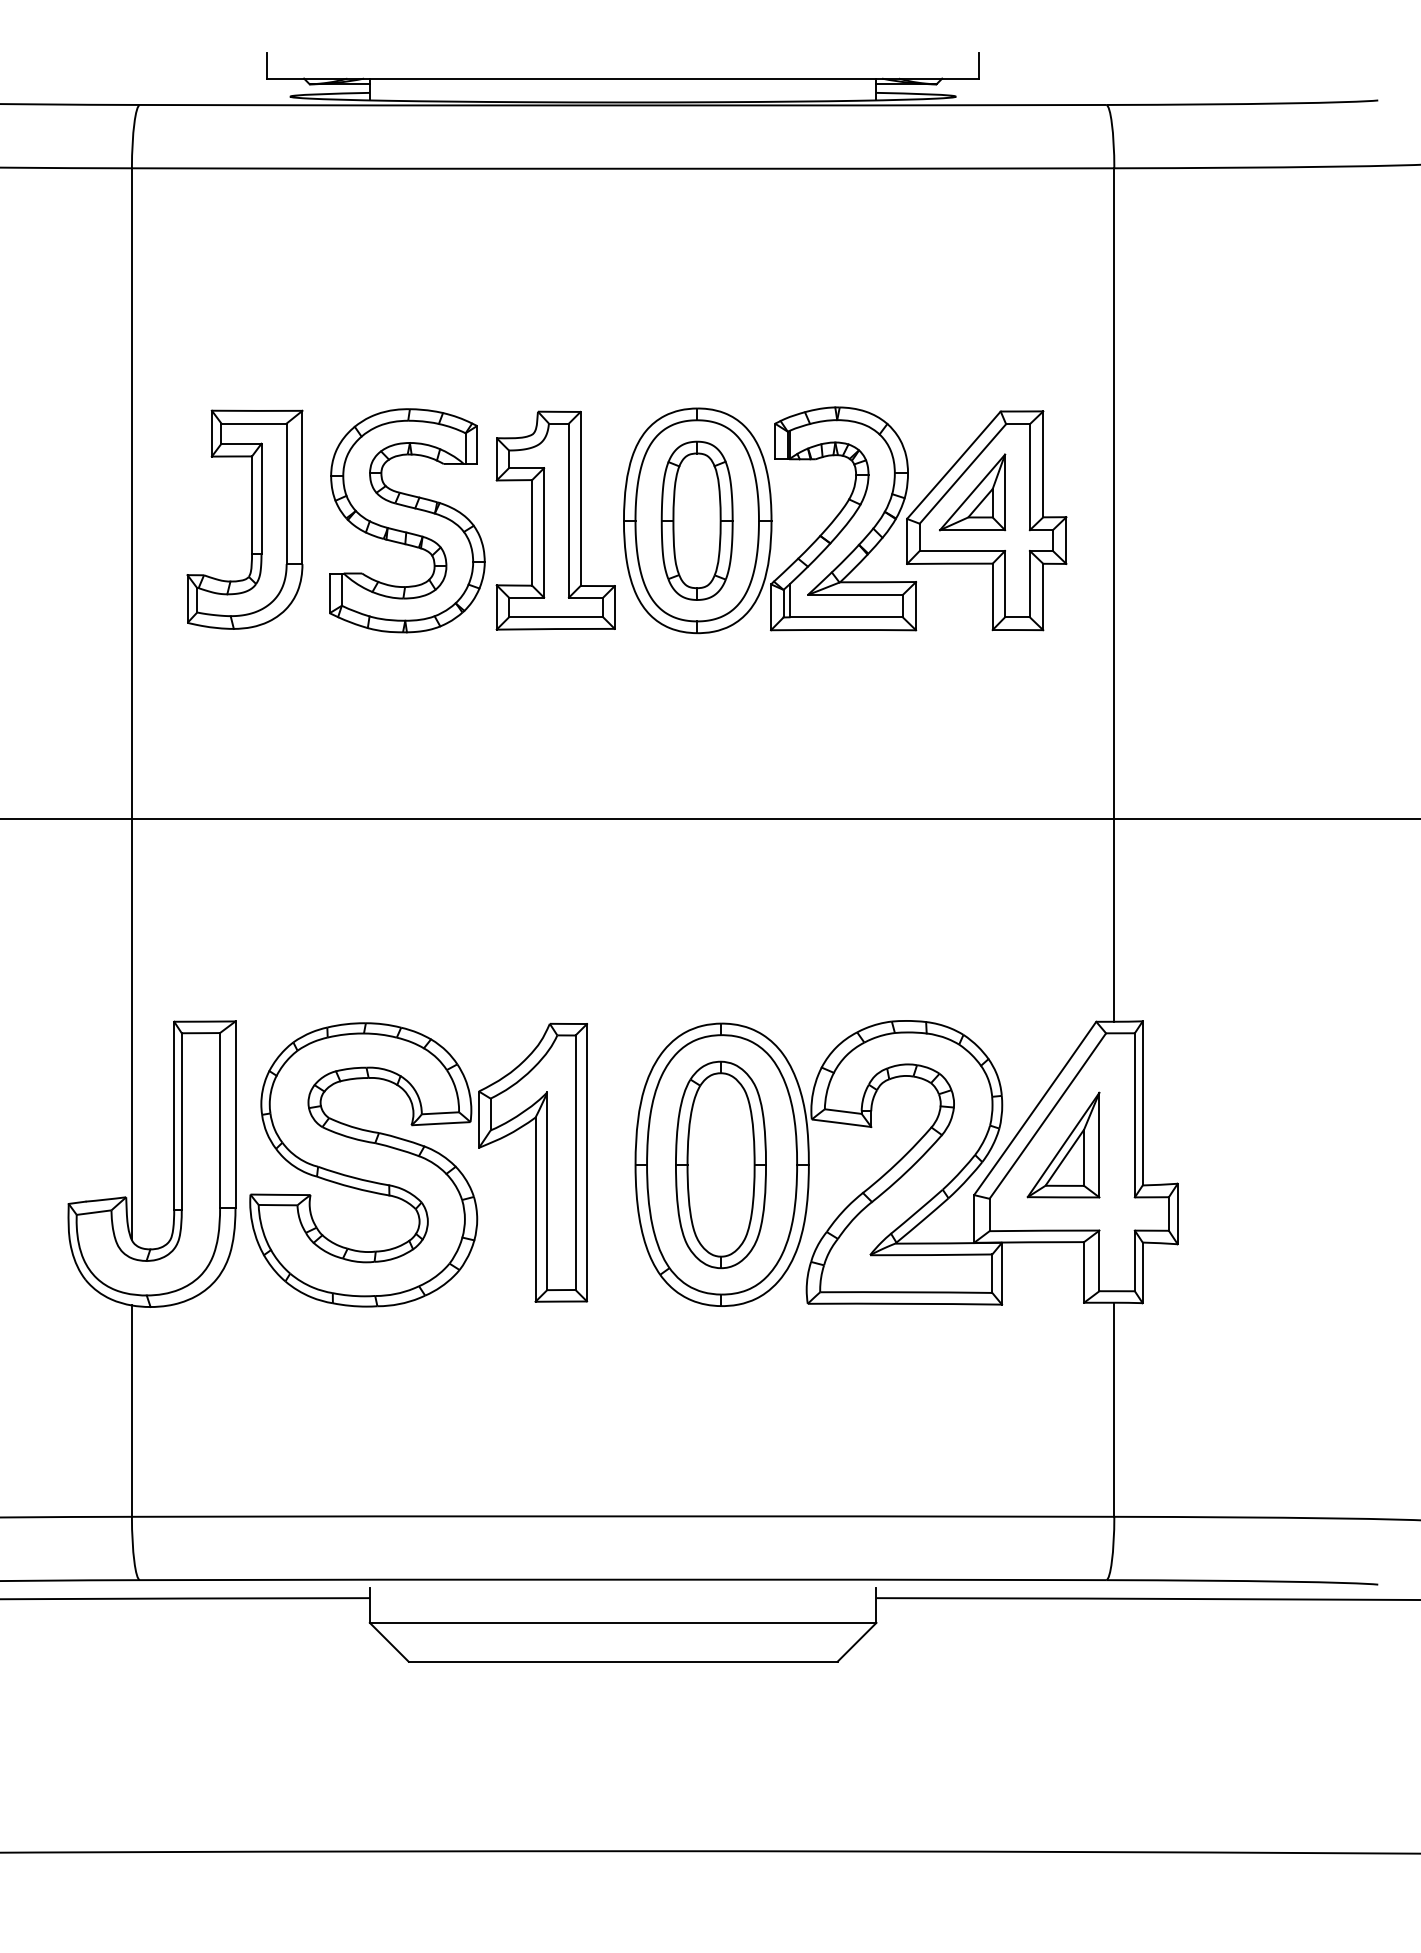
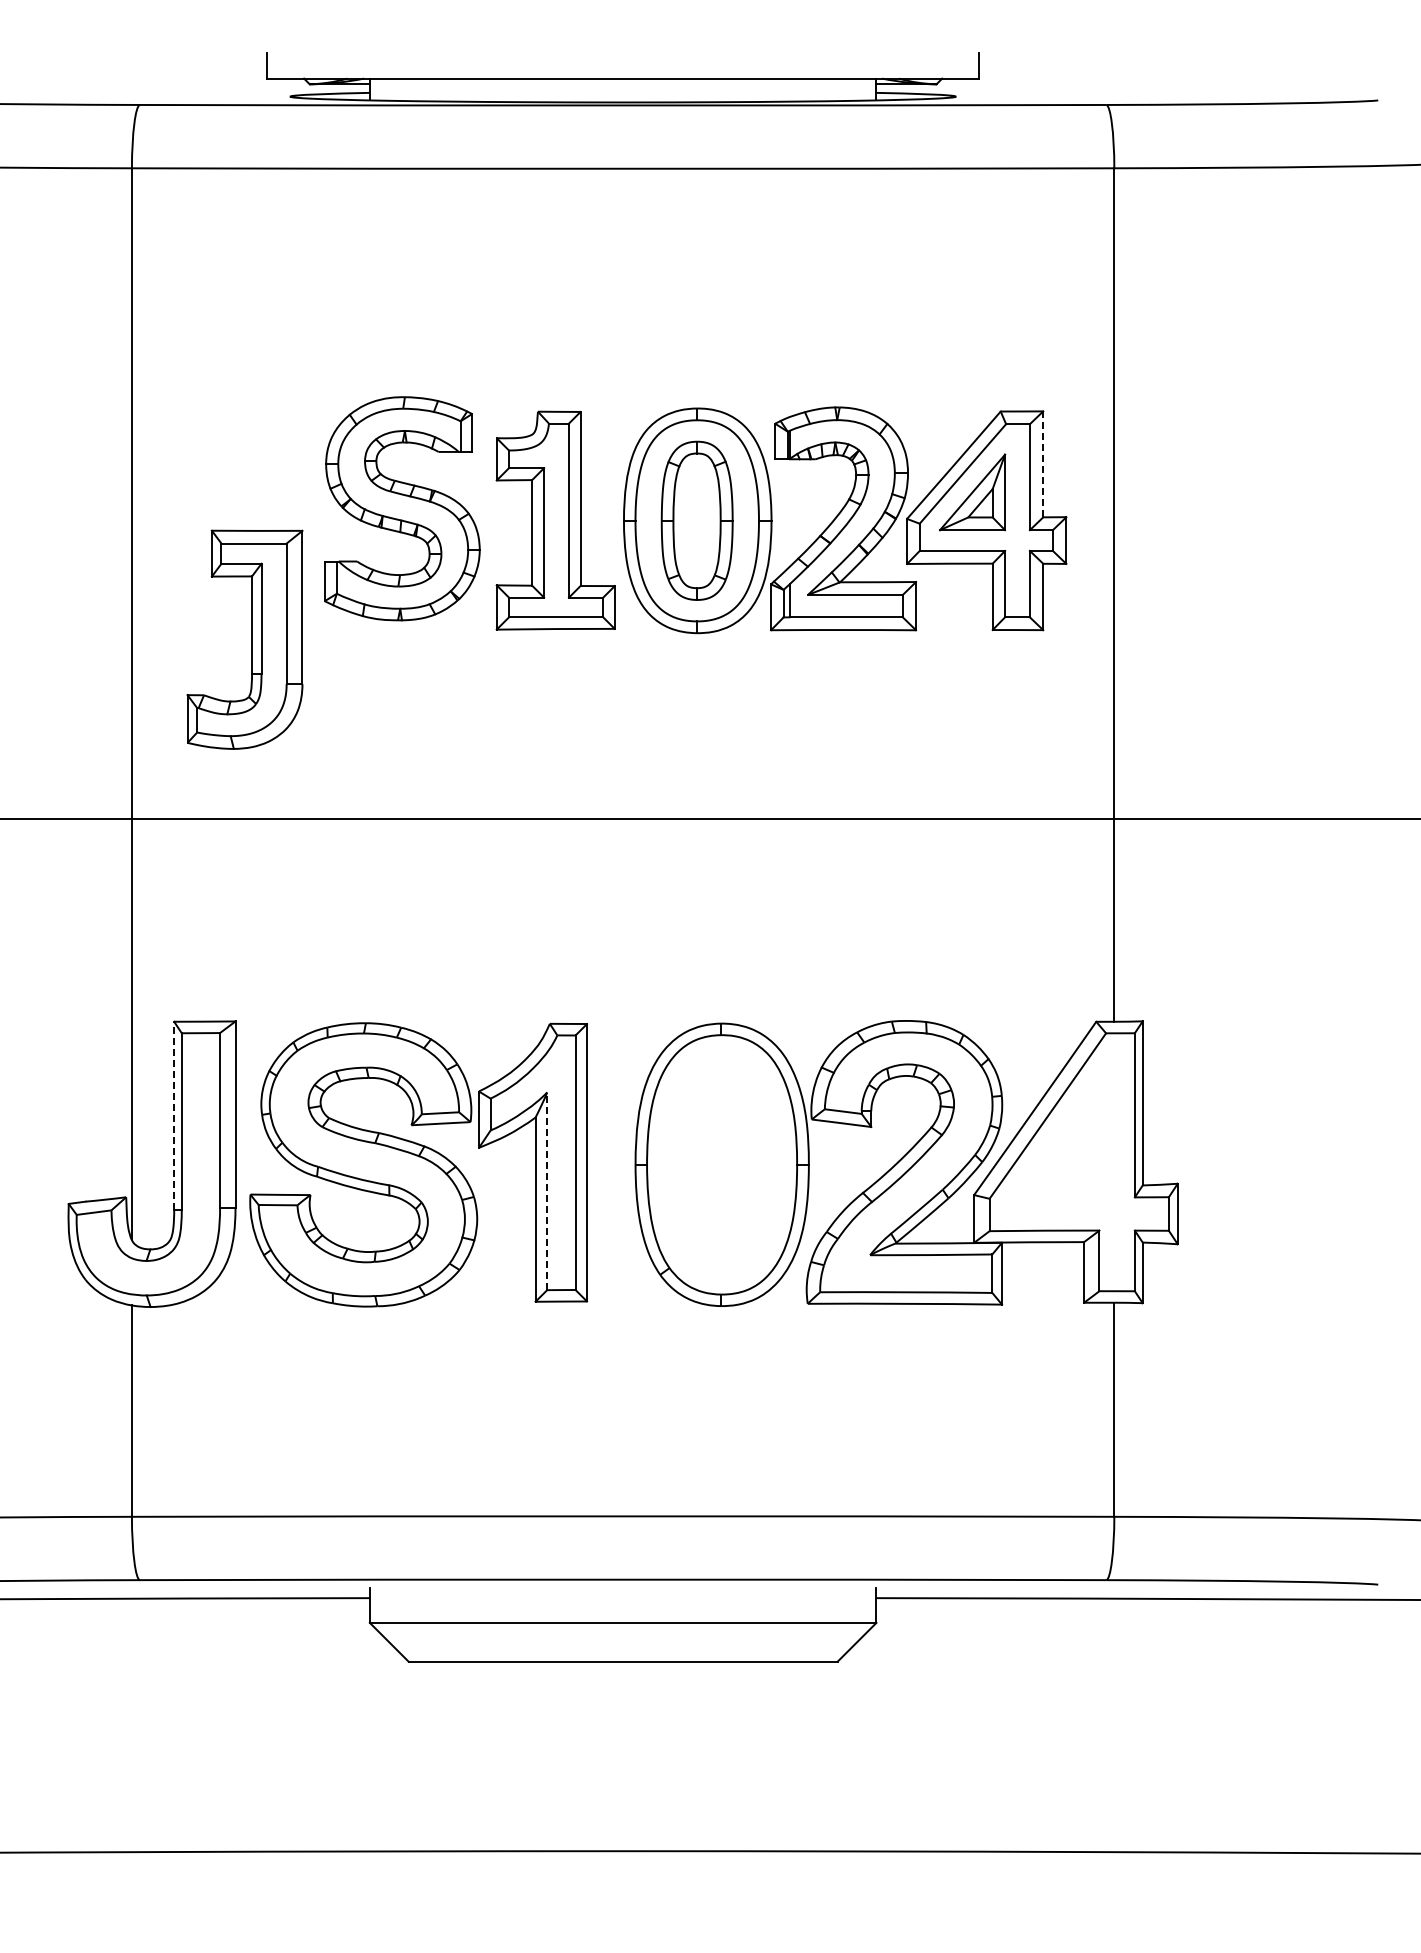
line at (1043, 464): solid -> dashed
part at (251, 519) position: (251, 519) -> (251, 639)
part at (407, 520) position: (407, 520) -> (402, 508)
line at (174, 1115): solid -> dashed
part at (1063, 1144): present -> none
part at (720, 1164): present -> none
line at (547, 1191): solid -> dashed
